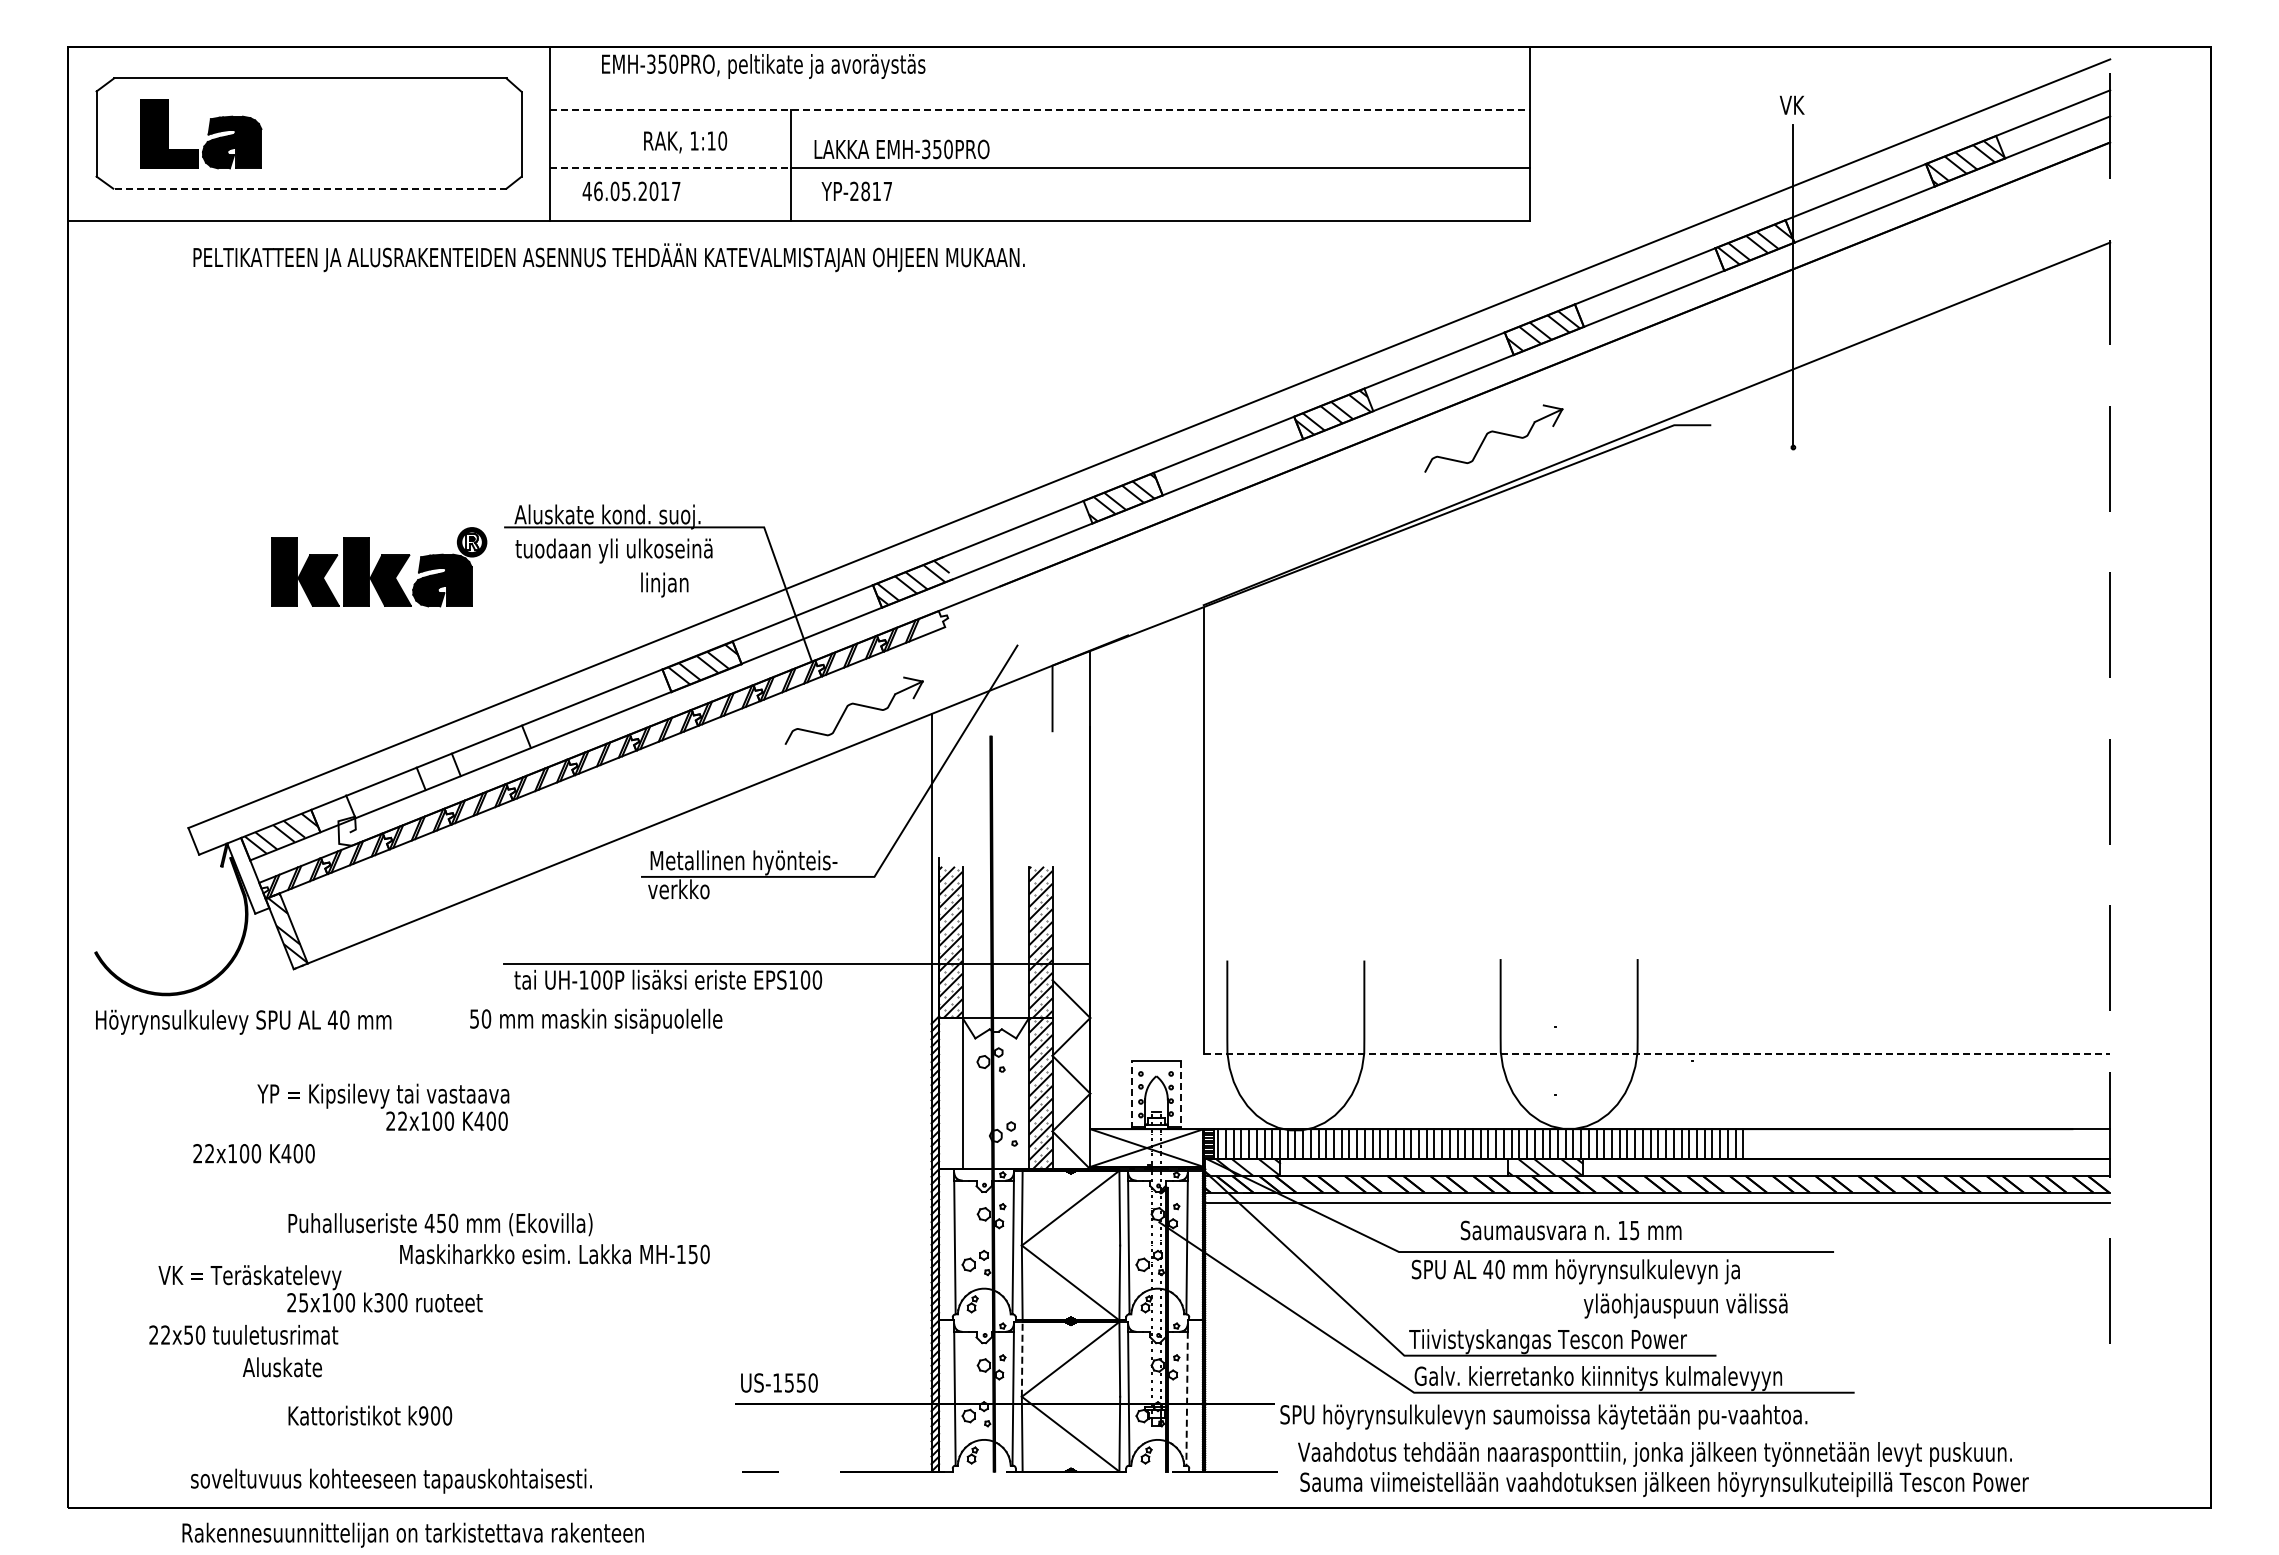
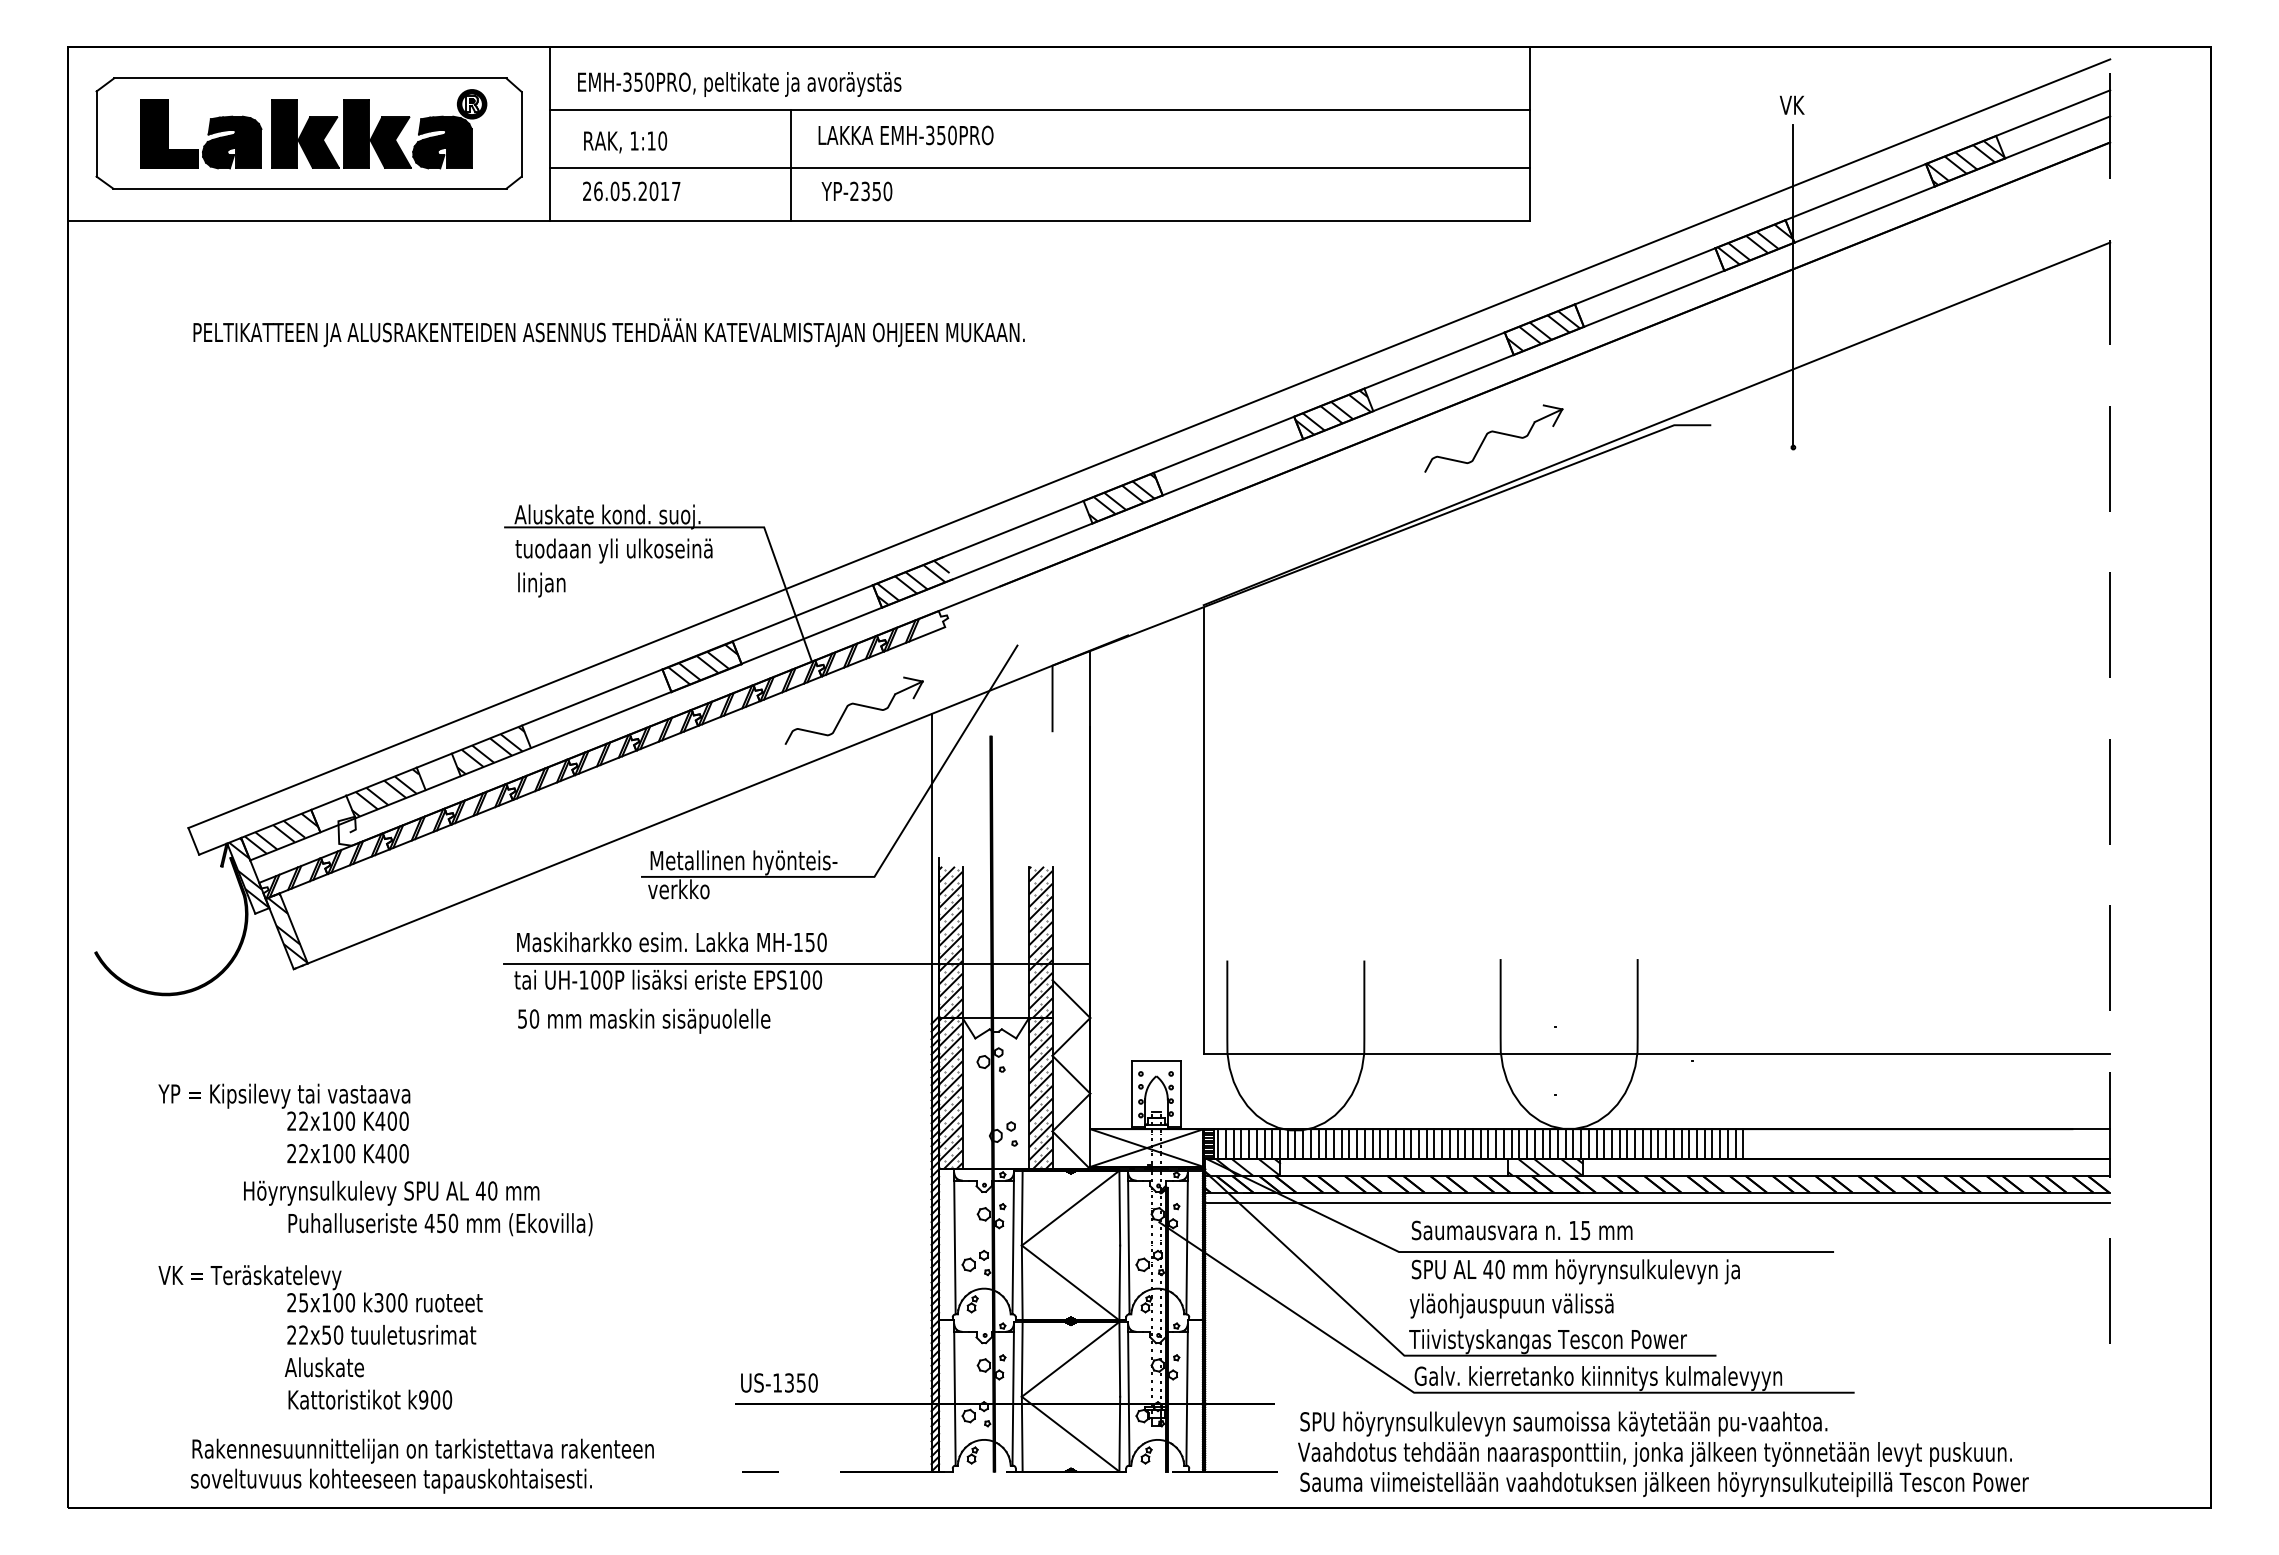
text at (763, 66) position: (763, 66) -> (739, 84)
line at (1039, 109): dashed -> solid
text at (685, 142) position: (685, 142) -> (625, 142)
text at (901, 149) position: (901, 149) -> (905, 135)
line at (670, 167): dashed -> solid
line at (309, 188): dashed -> solid
text at (586, 190): 46.05.2017 -> 26.05.2017
text at (876, 191): YP-2817 -> YP-2350
text at (608, 257) position: (608, 257) -> (608, 332)
part at (379, 567) position: (379, 567) -> (379, 129)
text at (664, 584) position: (664, 584) -> (541, 584)
hatch at (490, 750): none -> present
hatch at (384, 792): none -> present
hatch at (248, 872): none -> present
text at (596, 1020) position: (596, 1020) -> (644, 1020)
text at (243, 1021) position: (243, 1021) -> (391, 1192)
line at (1657, 1053): dashed -> solid
hatch at (950, 1093): none -> present
line at (1131, 1094): dashed -> solid
line at (1181, 1095): dashed -> solid
text at (383, 1106) position: (383, 1106) -> (284, 1106)
text at (253, 1153) position: (253, 1153) -> (347, 1153)
text at (1570, 1230) position: (1570, 1230) -> (1521, 1230)
text at (554, 1254) position: (554, 1254) -> (671, 942)
text at (1685, 1305) position: (1685, 1305) -> (1511, 1305)
text at (243, 1334) position: (243, 1334) -> (381, 1334)
line at (1022, 1358): dashed -> solid
text at (281, 1367) position: (281, 1367) -> (323, 1367)
text at (789, 1382): US-1550 -> US-1350
line at (1187, 1398): dashed -> solid
text at (370, 1415) position: (370, 1415) -> (370, 1399)
text at (1543, 1416) position: (1543, 1416) -> (1563, 1423)
text at (412, 1534) position: (412, 1534) -> (422, 1450)
